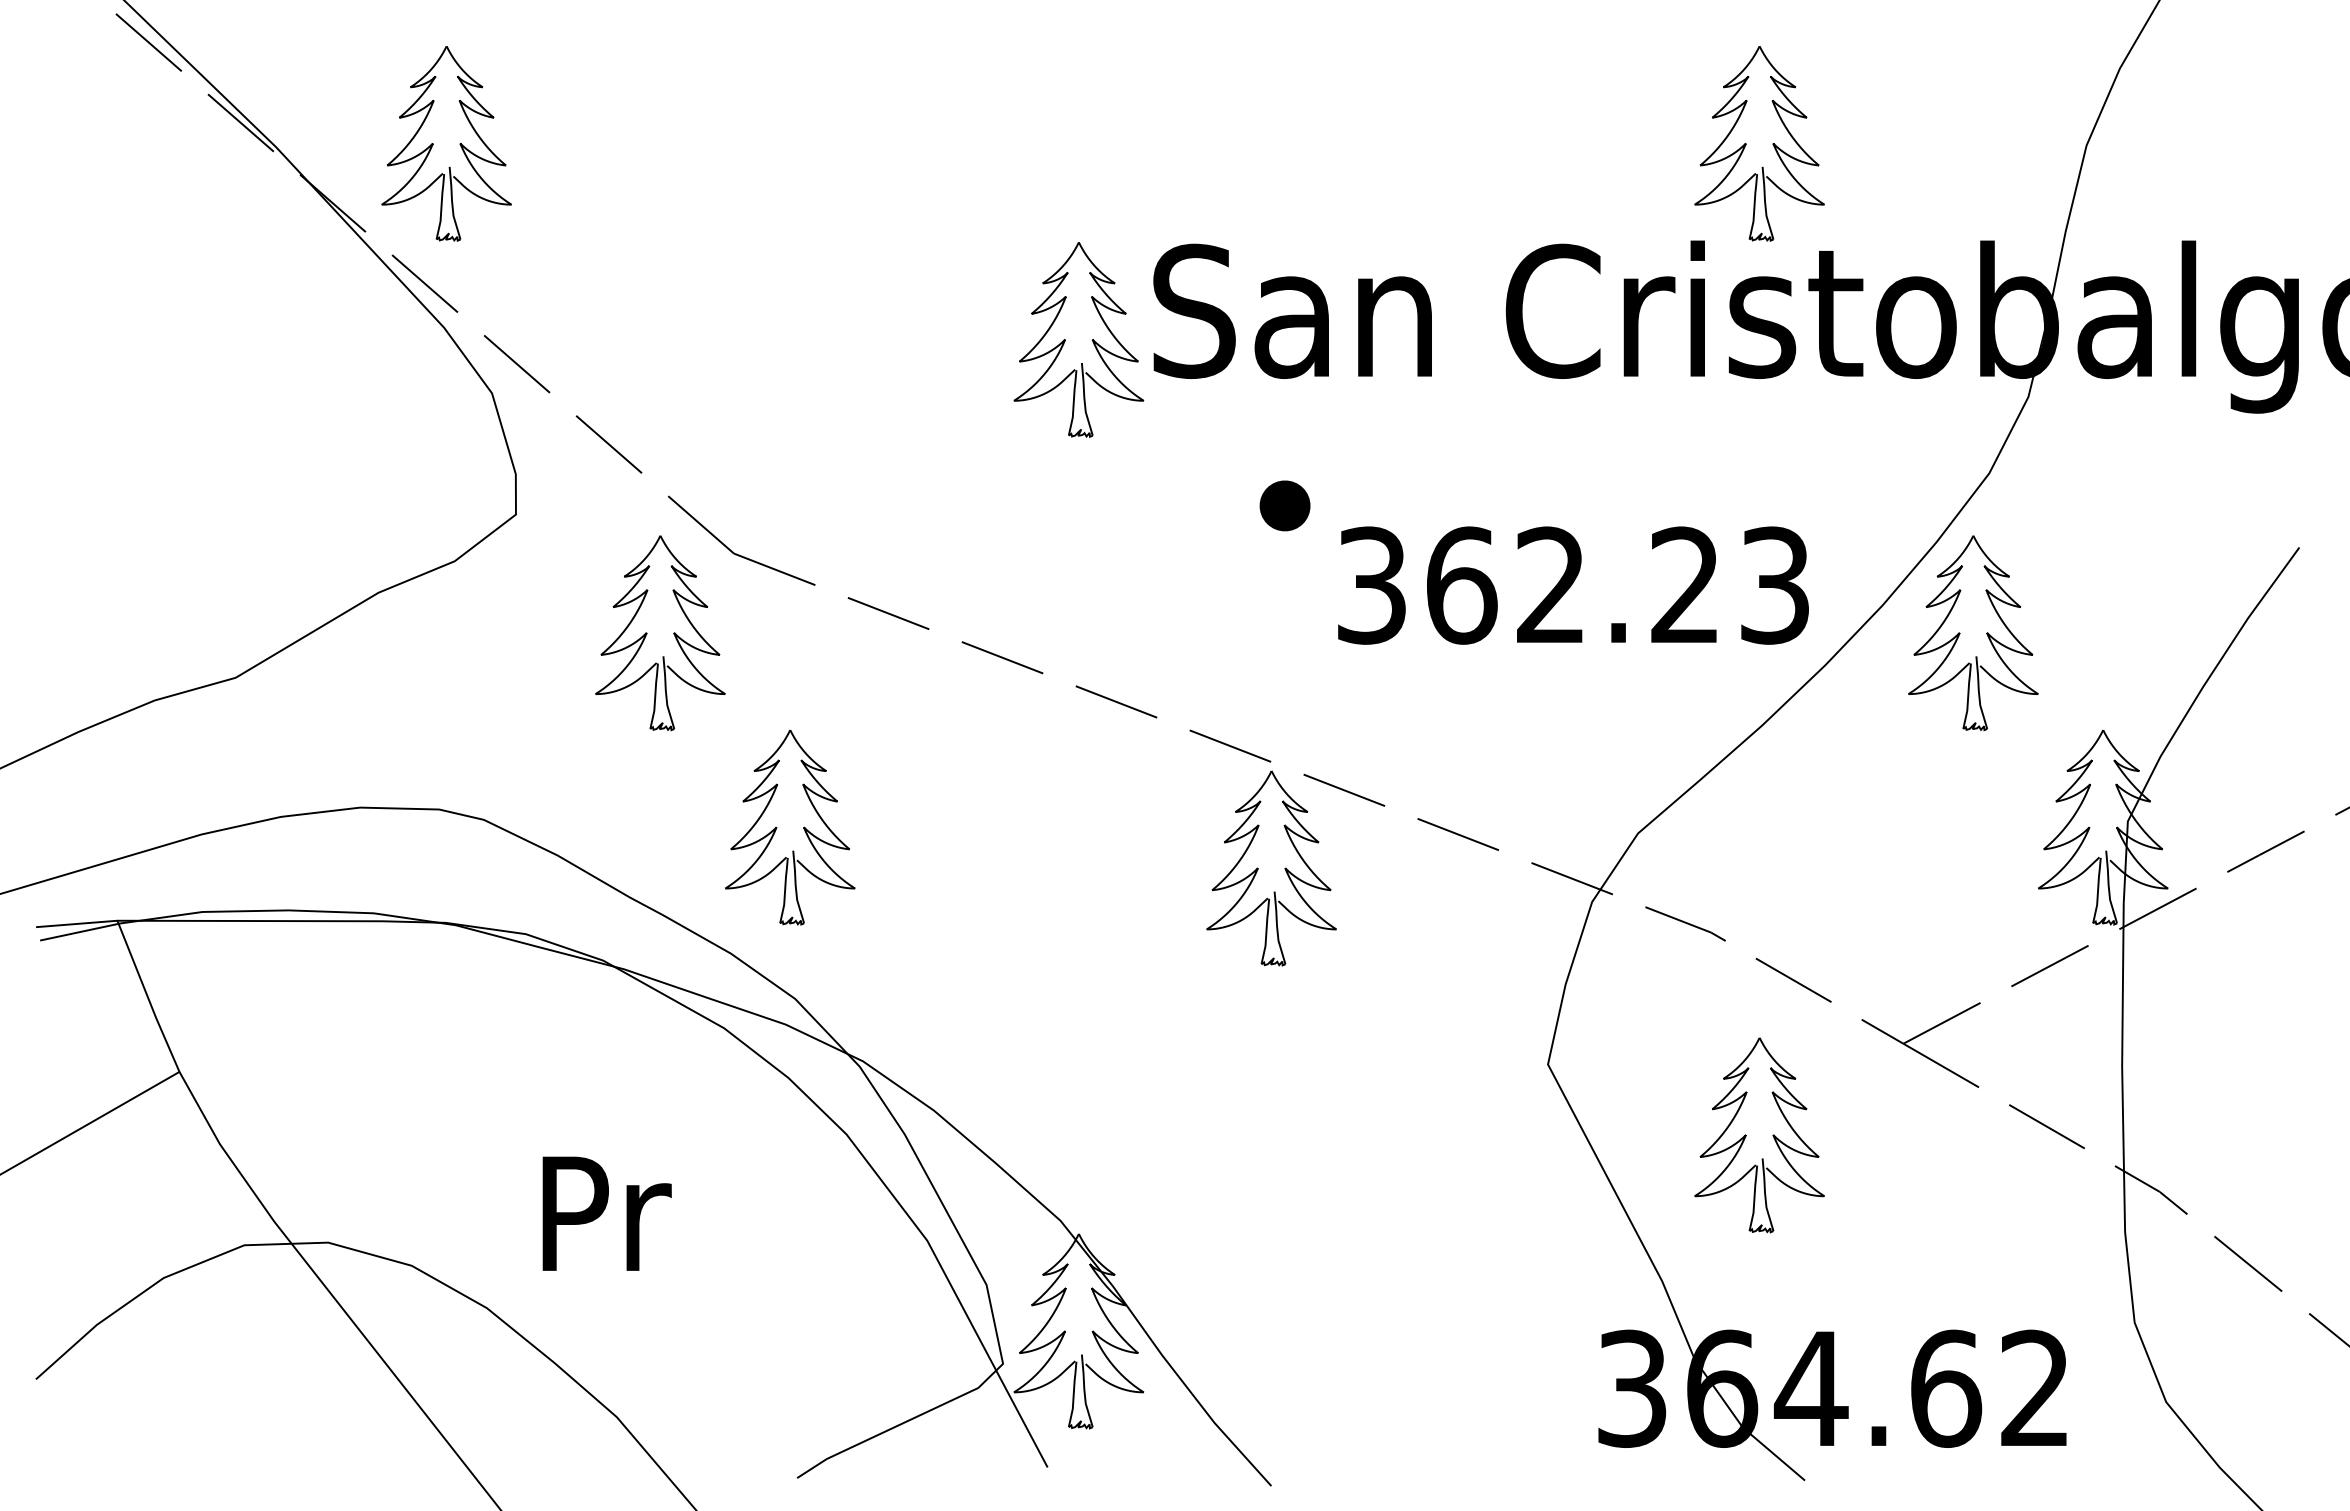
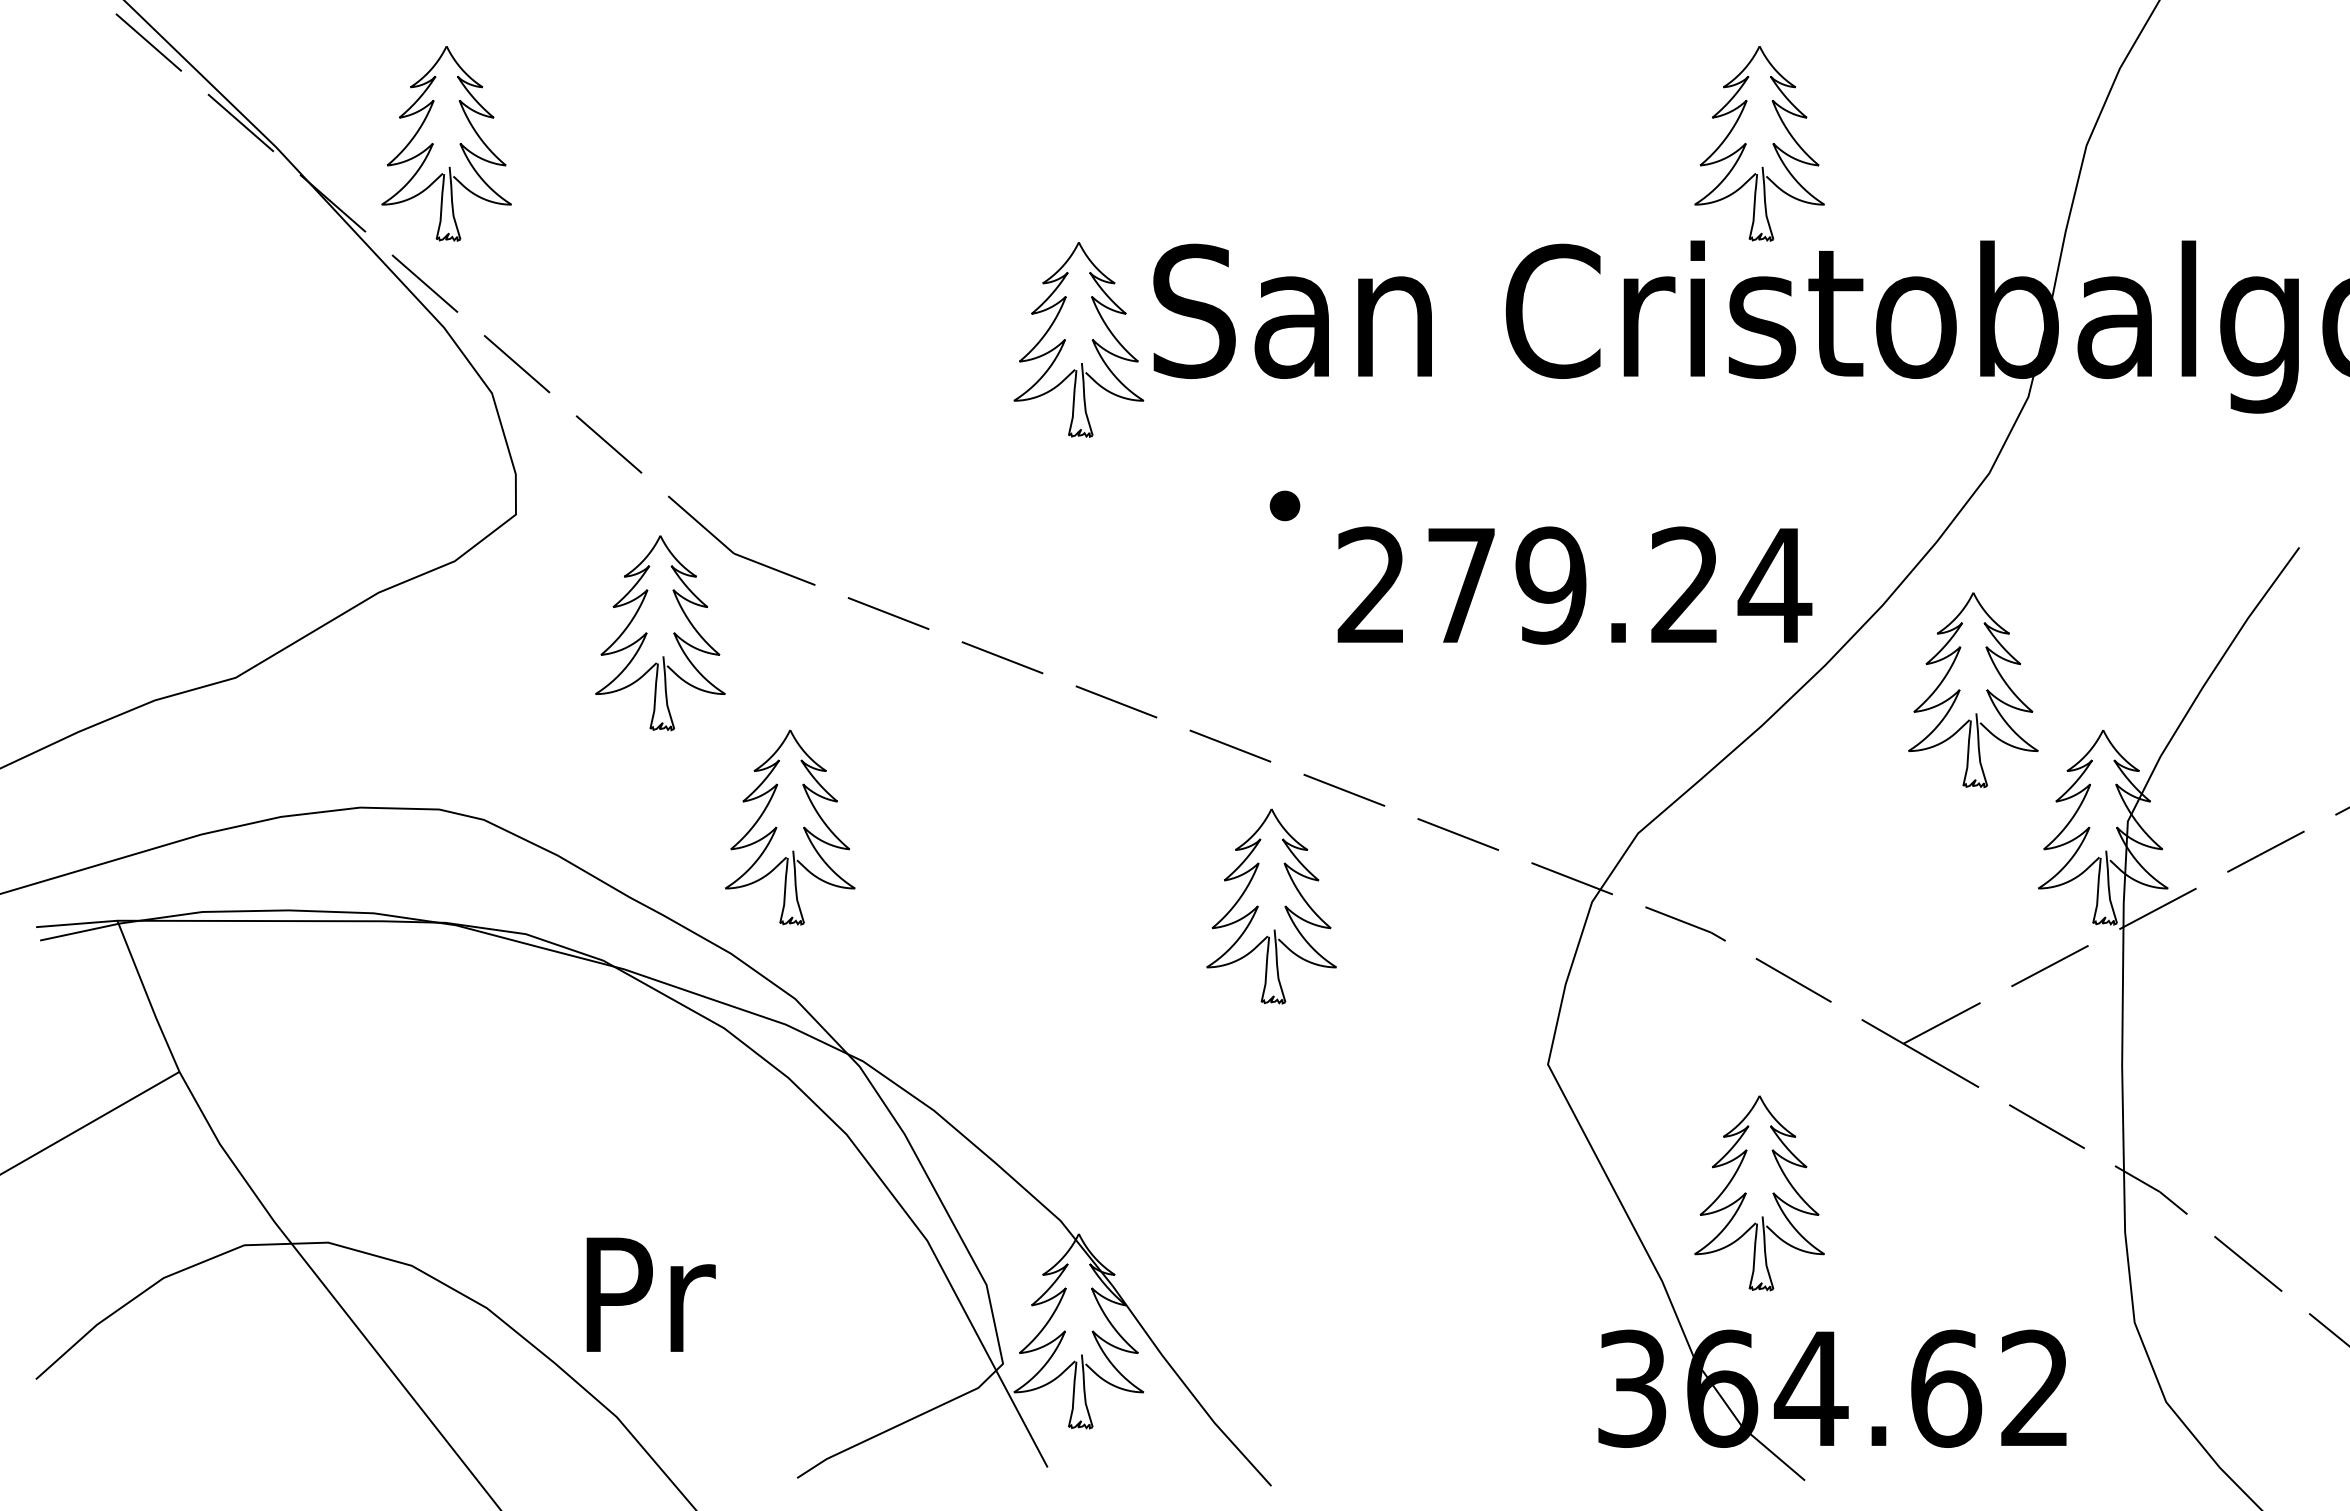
part at (1284, 505) size: 52x52 px -> 32x32 px
text at (1574, 585): 362.23 -> 279.24
part at (1973, 633) position: (1973, 633) -> (1973, 690)
part at (1258, 868) position: (1258, 868) -> (1258, 906)
part at (1746, 1135) position: (1746, 1135) -> (1746, 1193)
text at (606, 1213) position: (606, 1213) -> (650, 1294)
